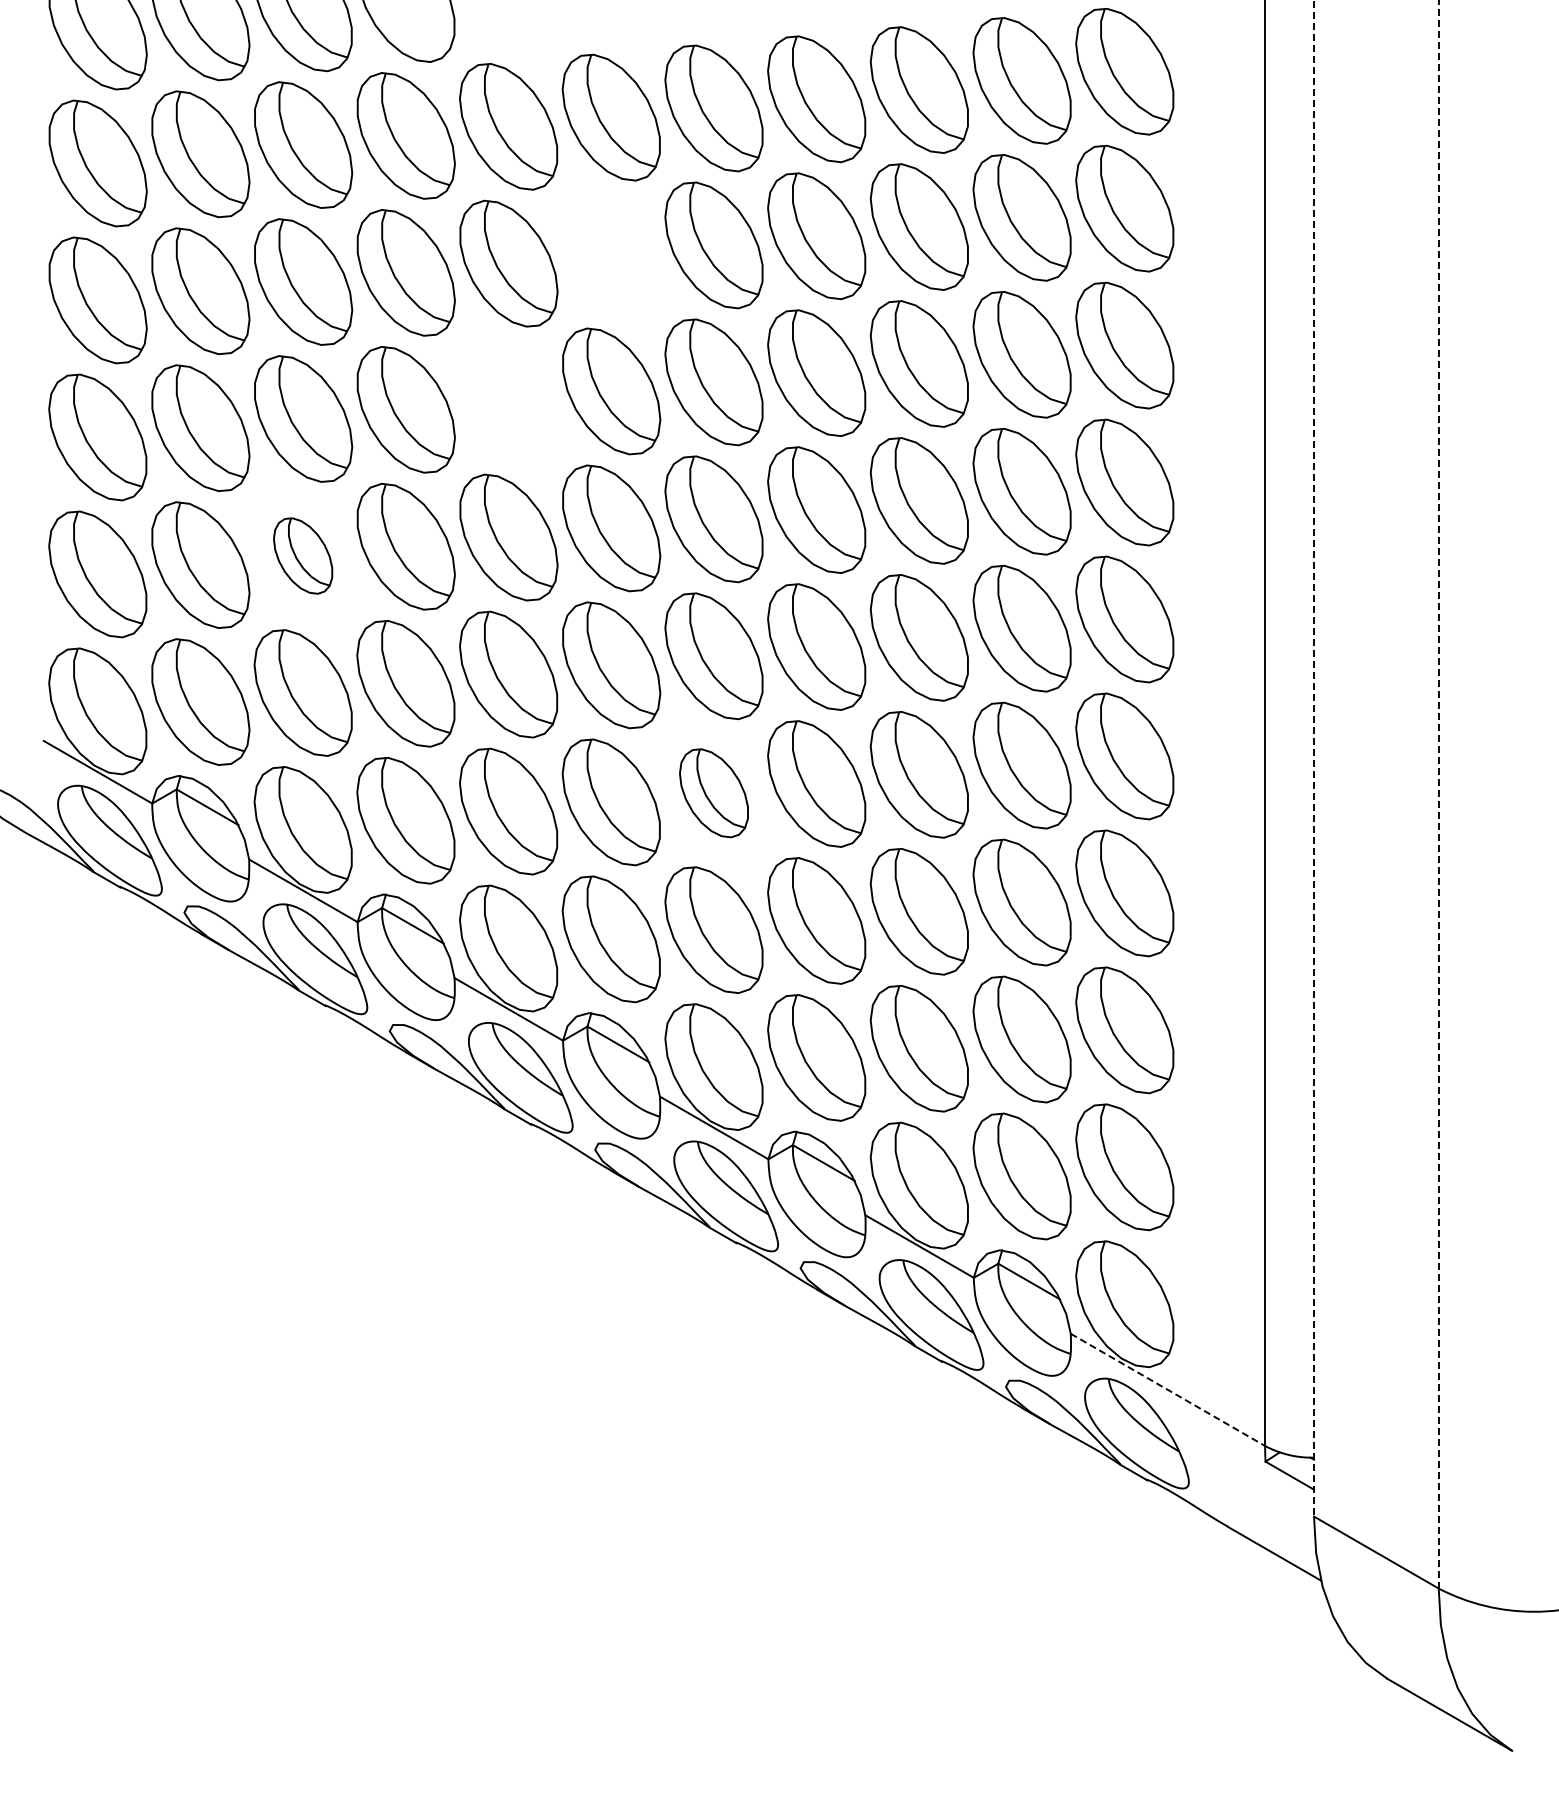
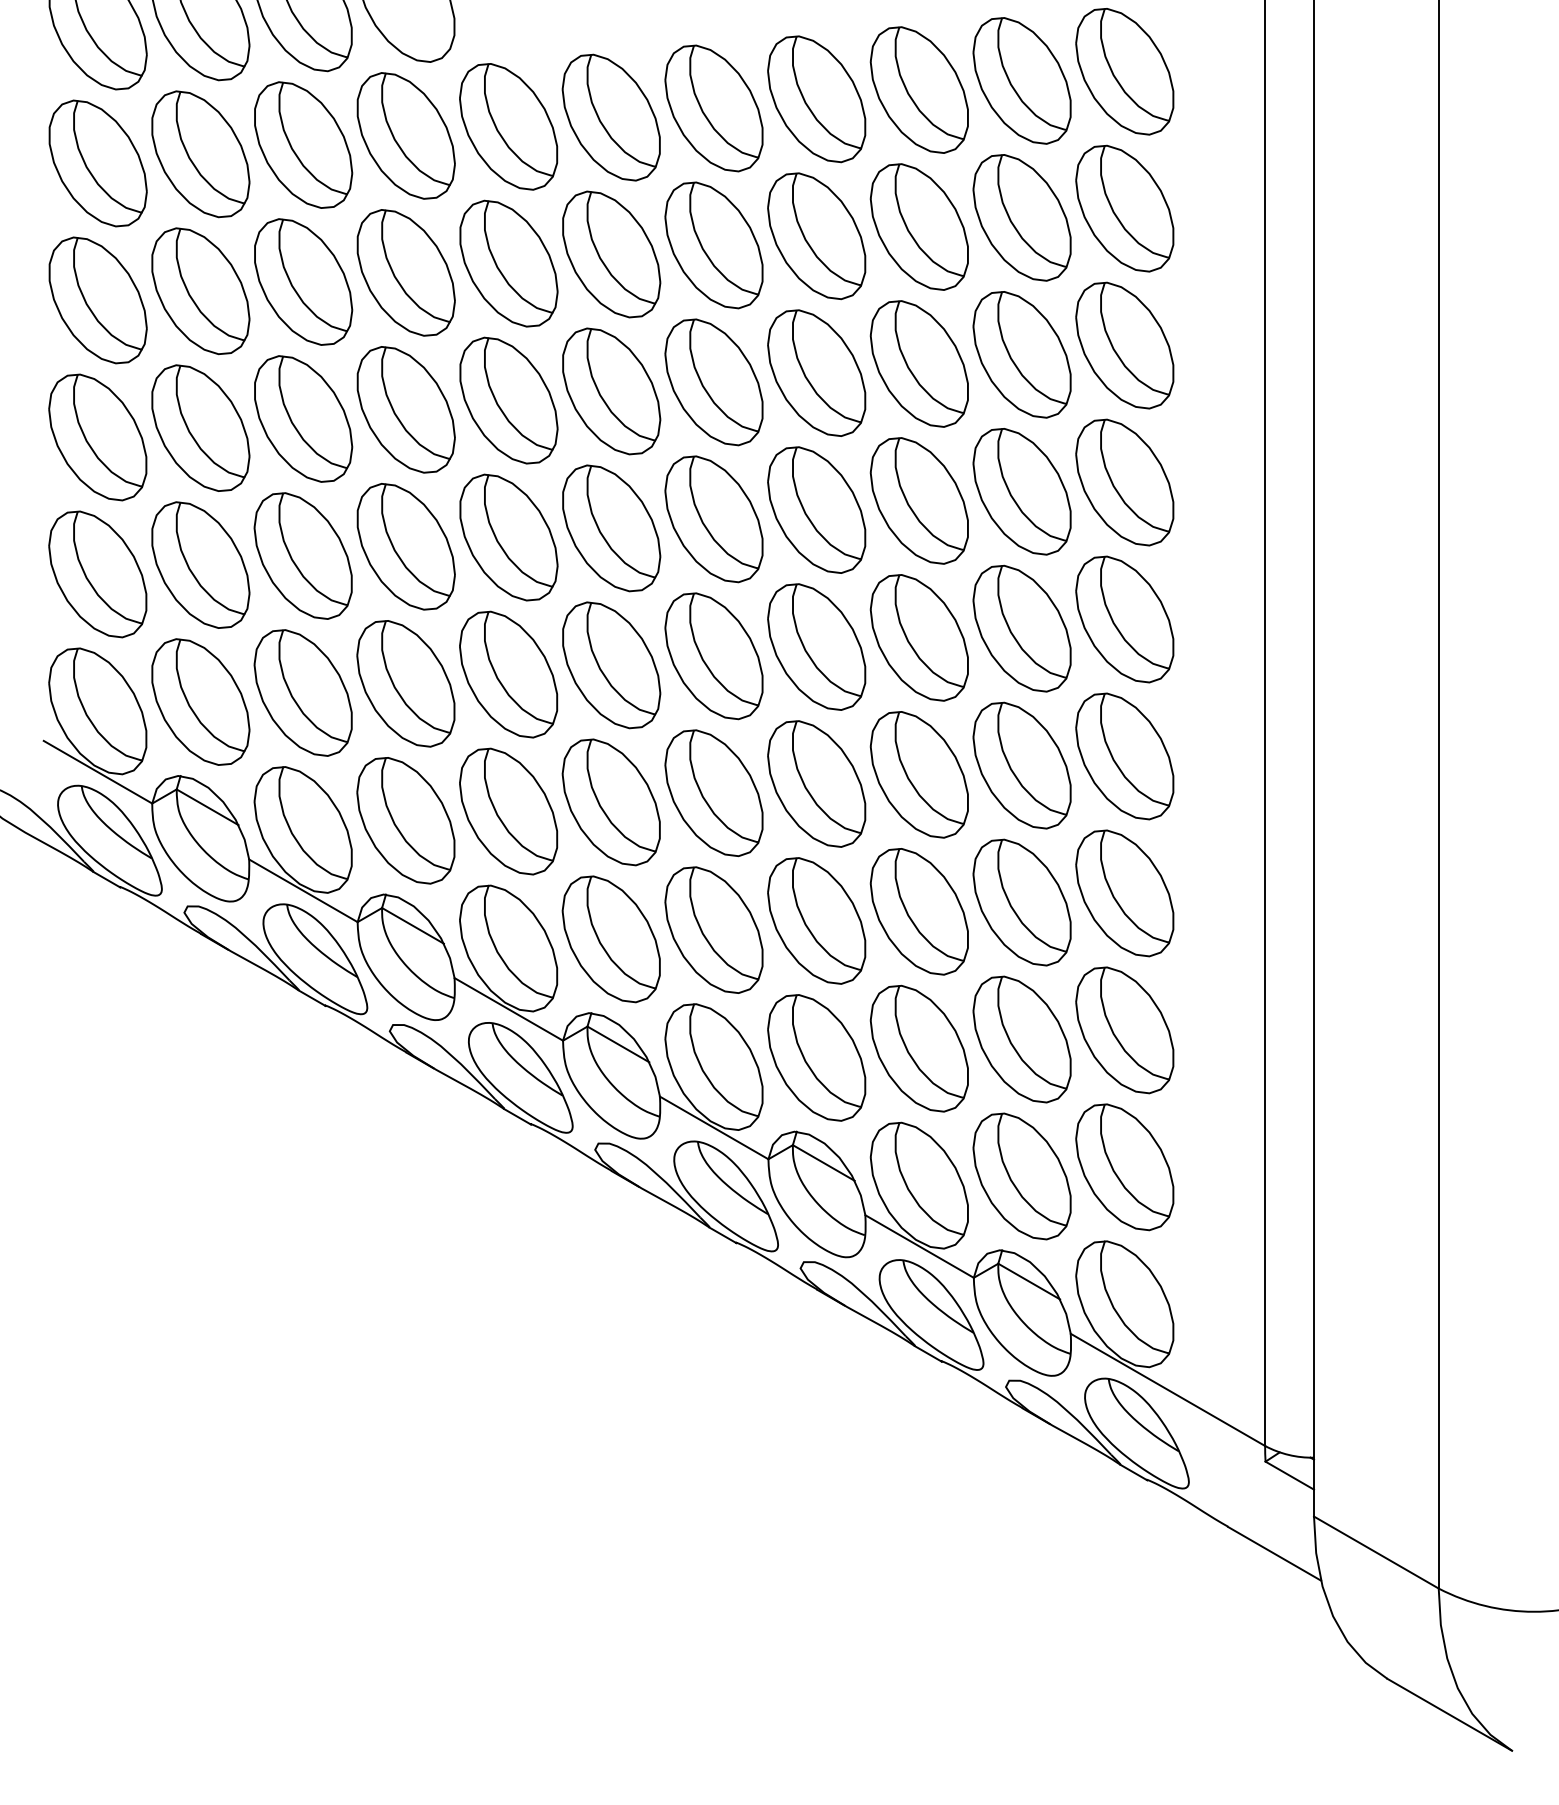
part at (611, 254): none -> present
part at (508, 400): none -> present
part at (303, 555) size: 61x78 px -> 100x128 px
line at (1314, 759): dashed -> solid
part at (713, 793) size: 70x91 px -> 100x129 px
line at (1438, 794): dashed -> solid
line at (1168, 1390): dashed -> solid
